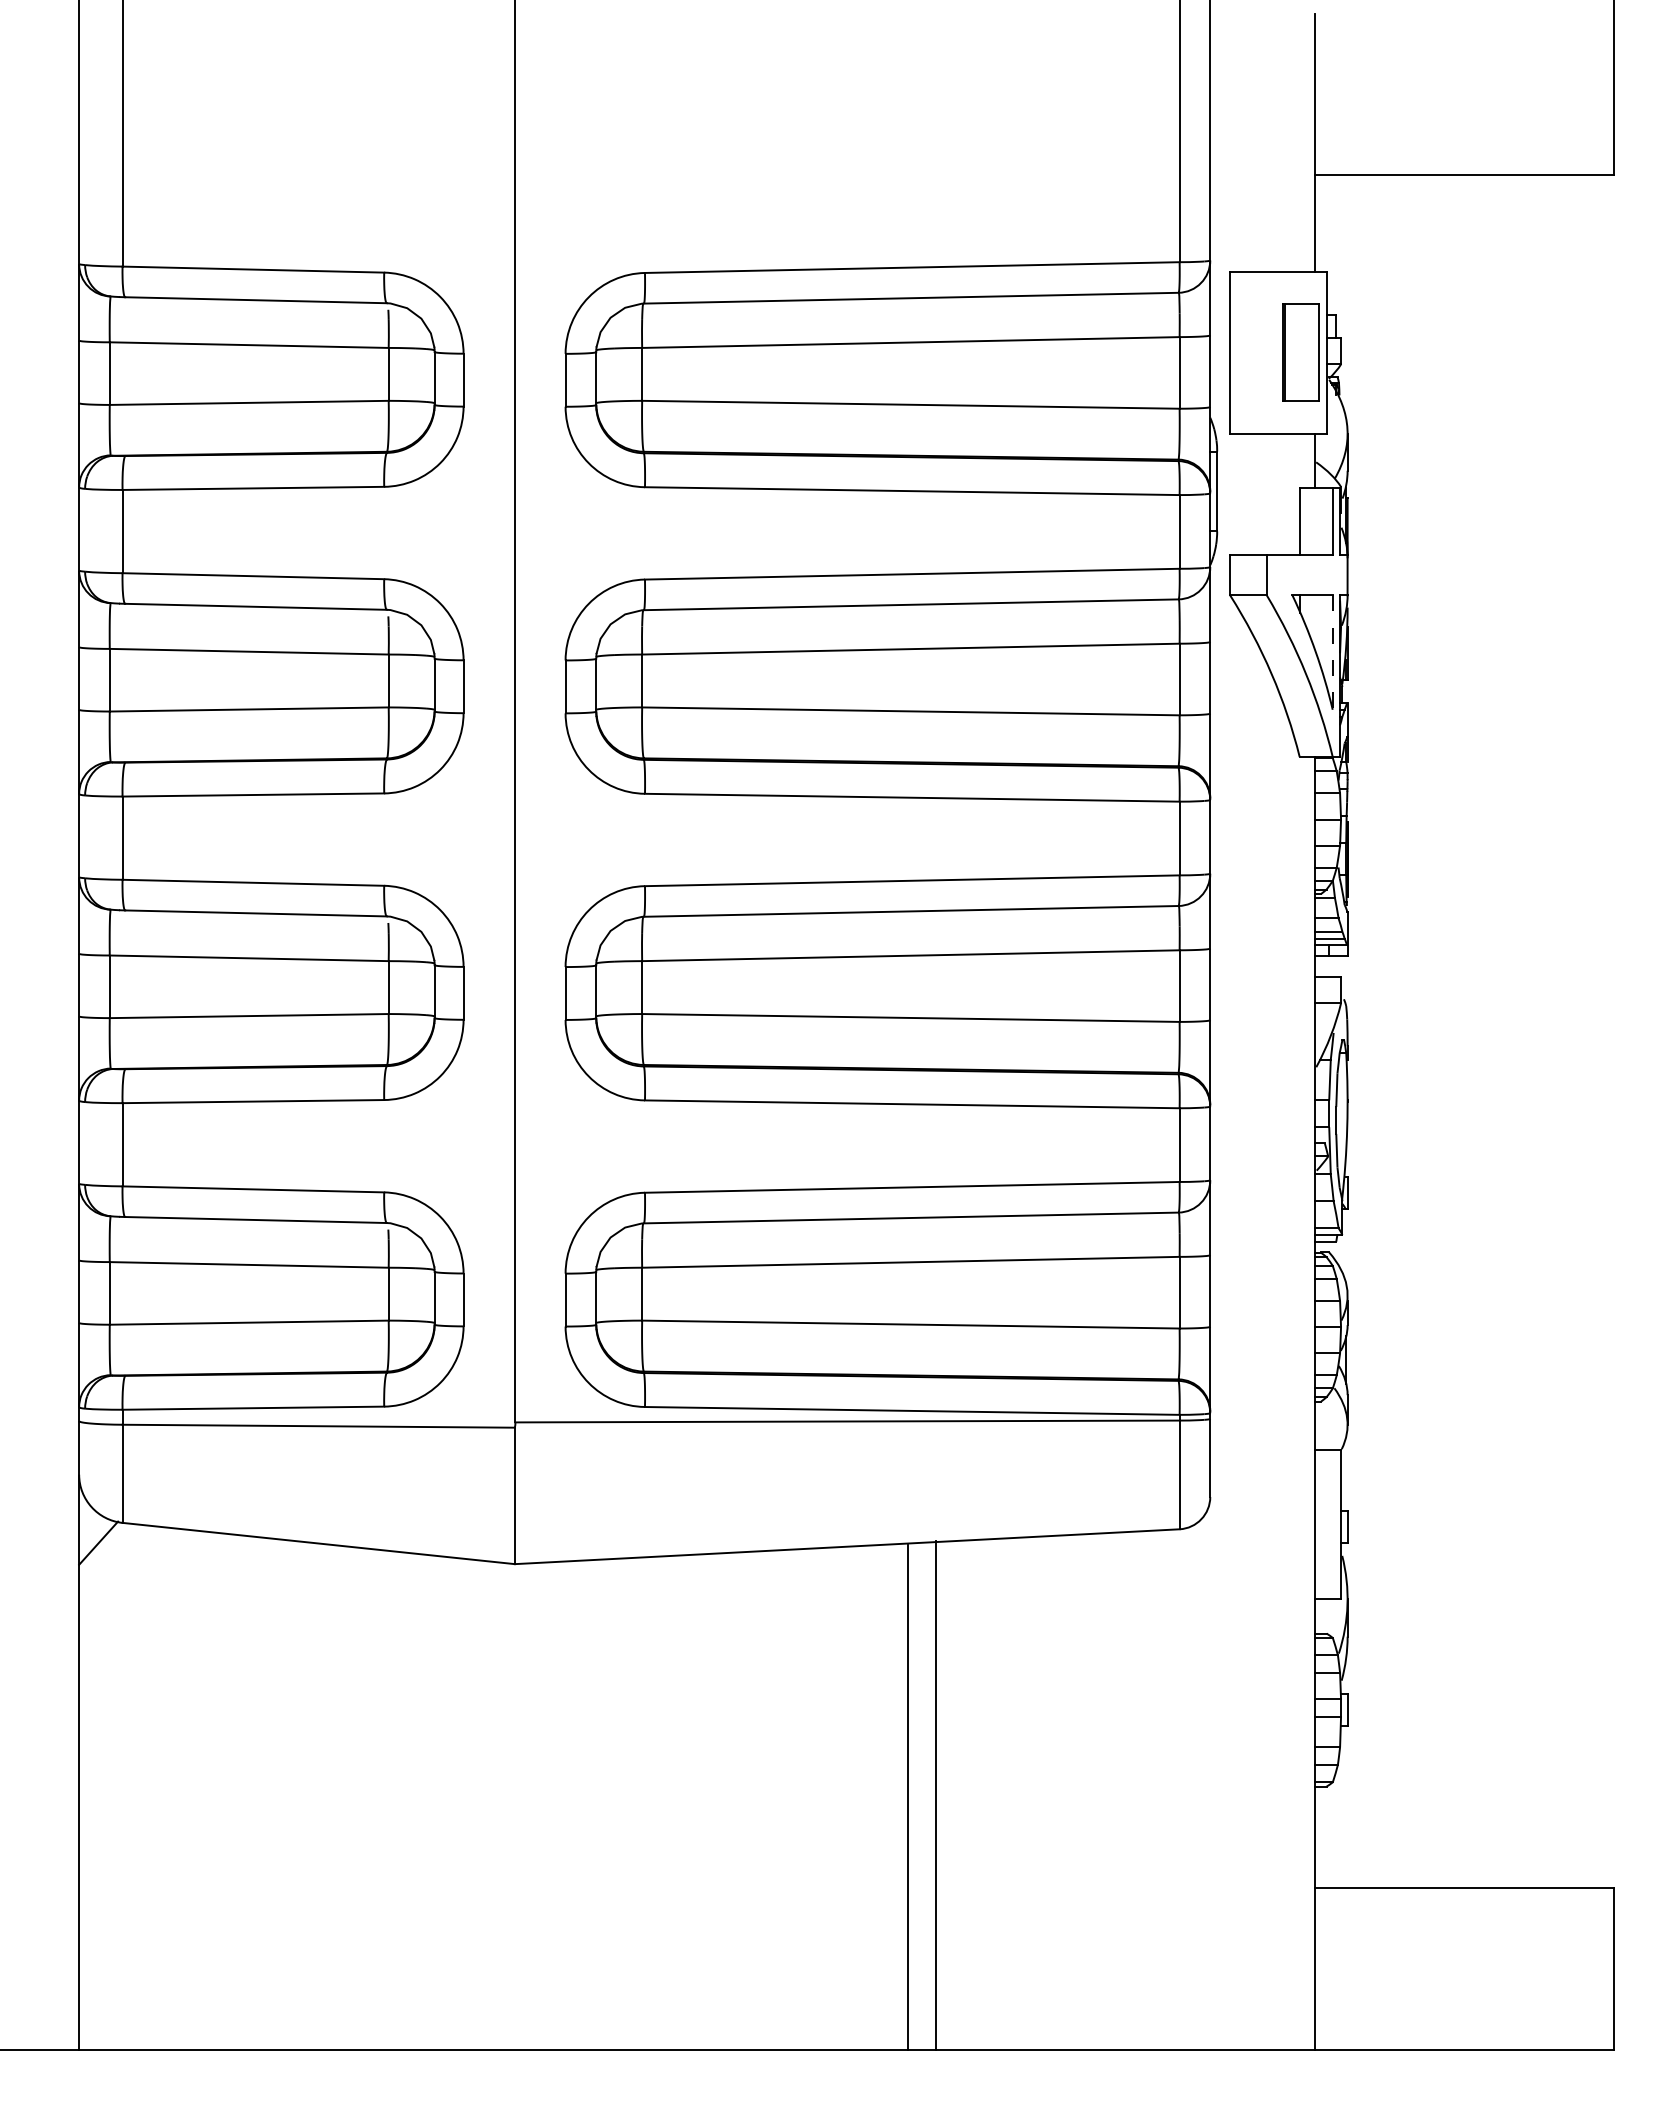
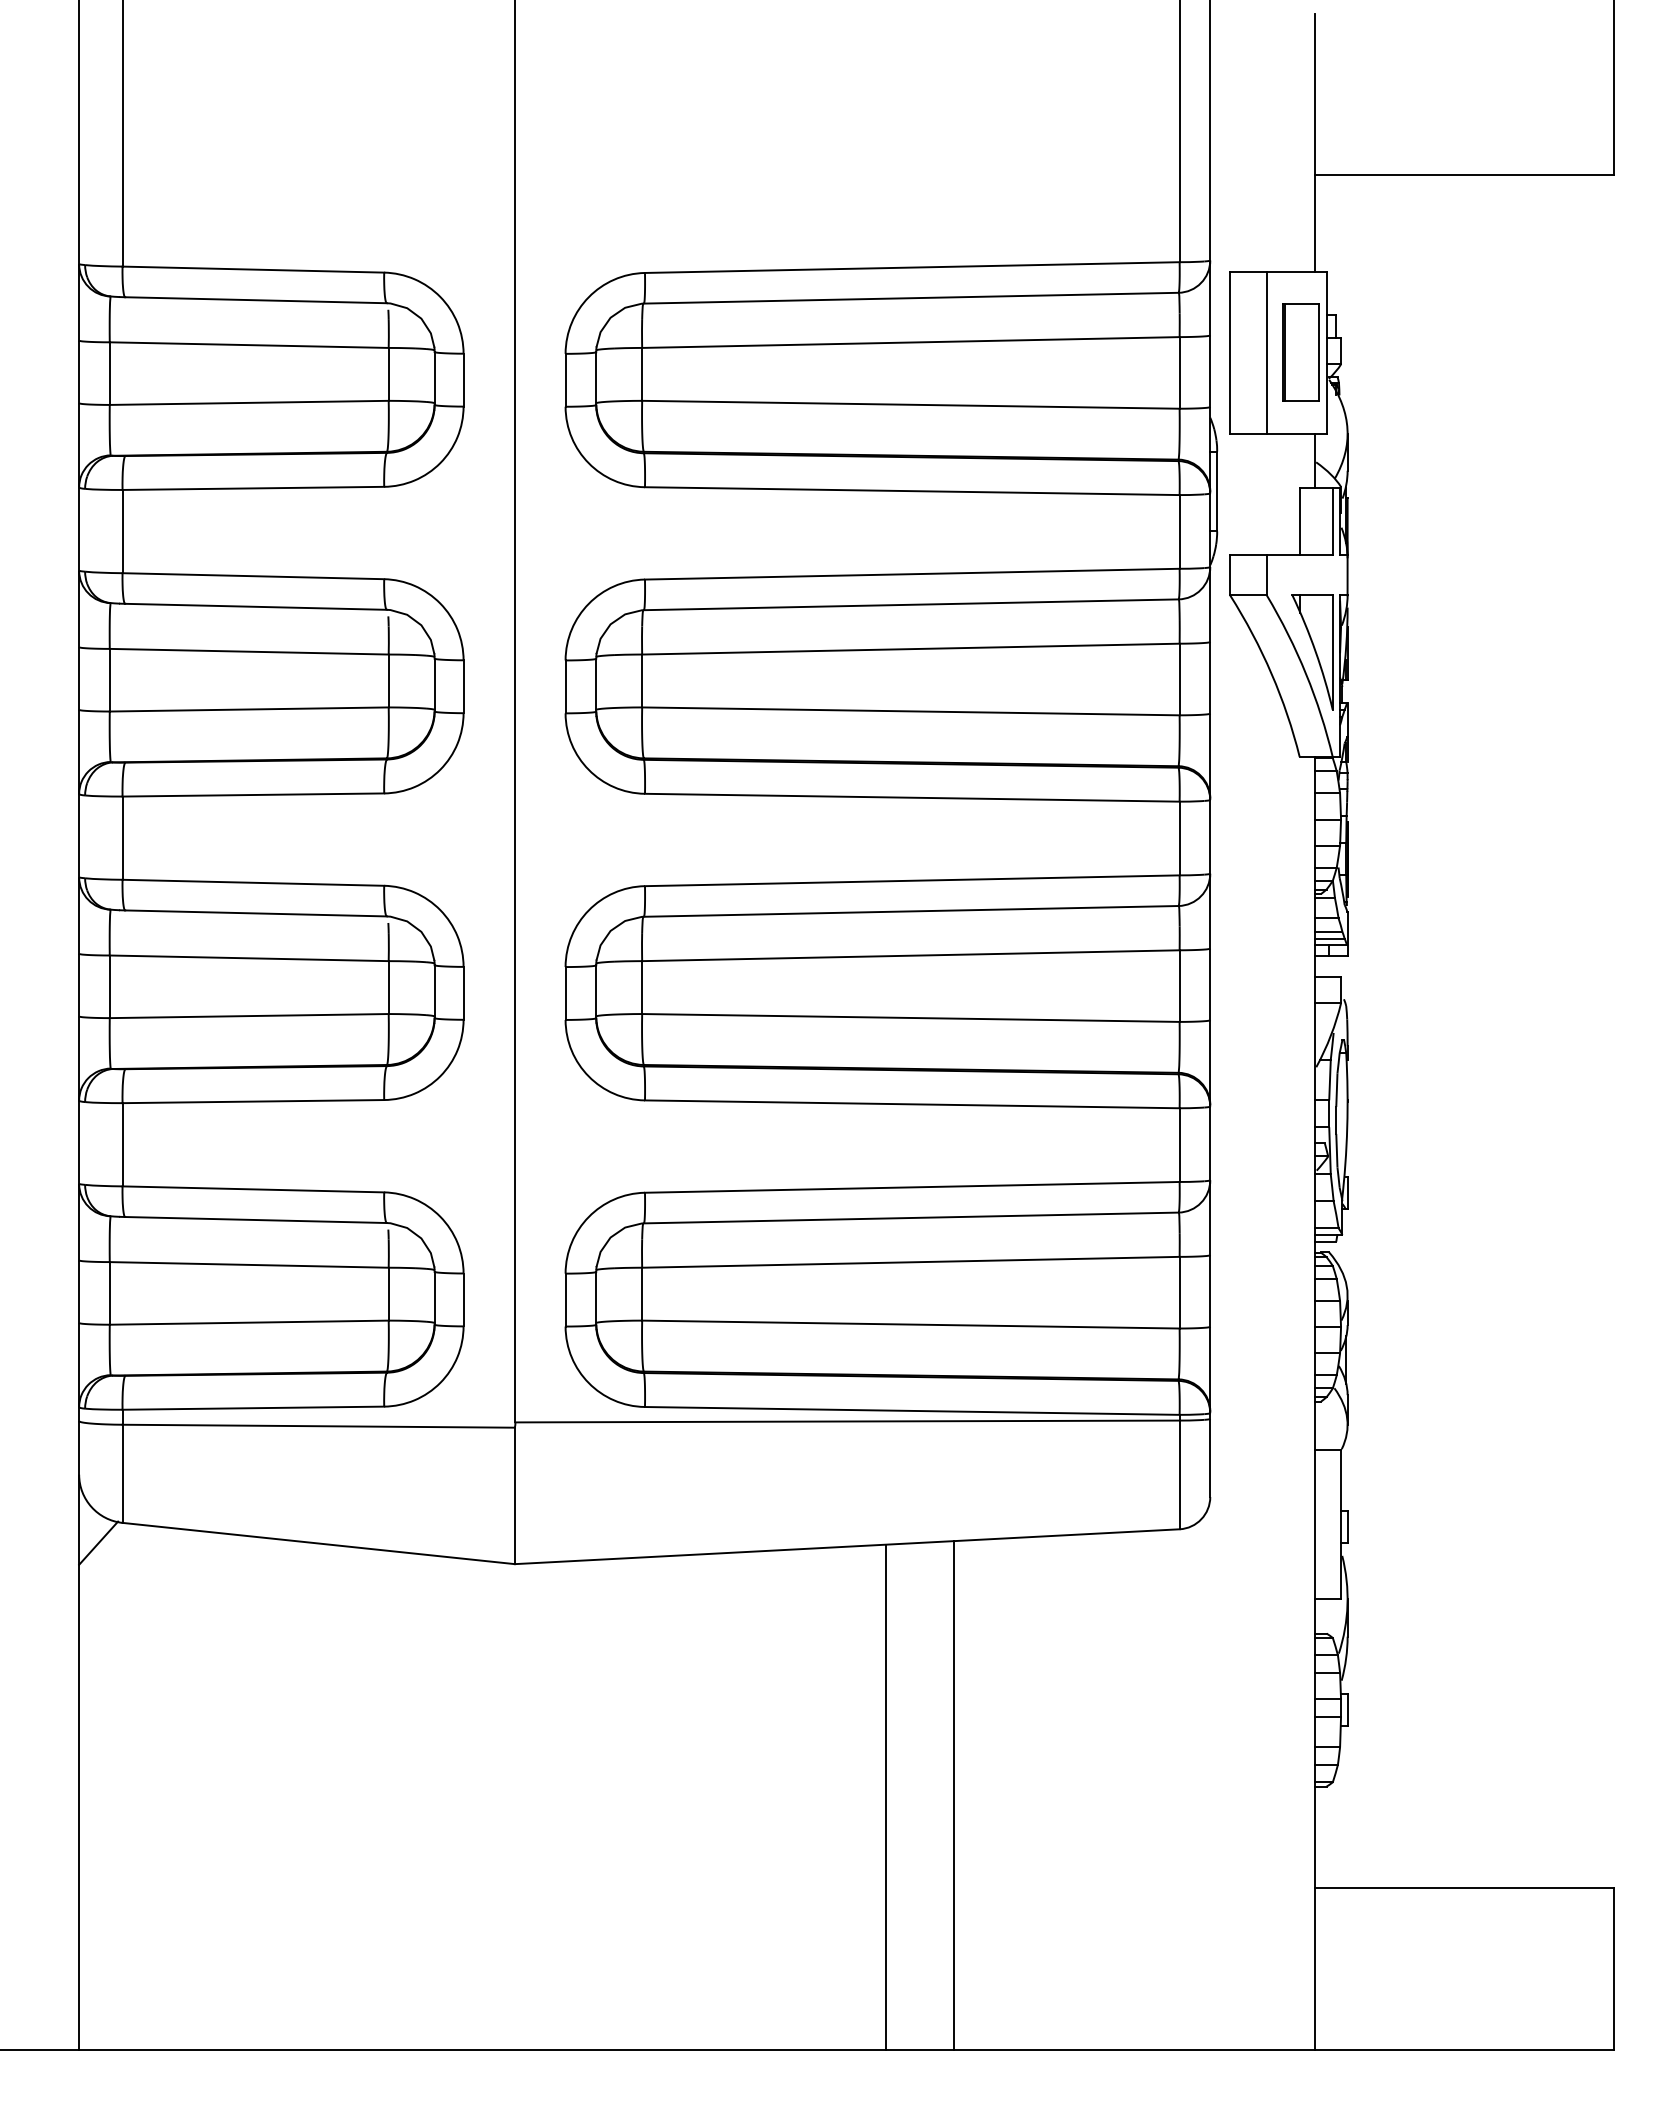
line at (1266, 352): none -> present
line at (1332, 653): dashed -> solid
line at (935, 1795) position: (935, 1795) -> (953, 1795)
line at (907, 1796) position: (907, 1796) -> (885, 1796)
